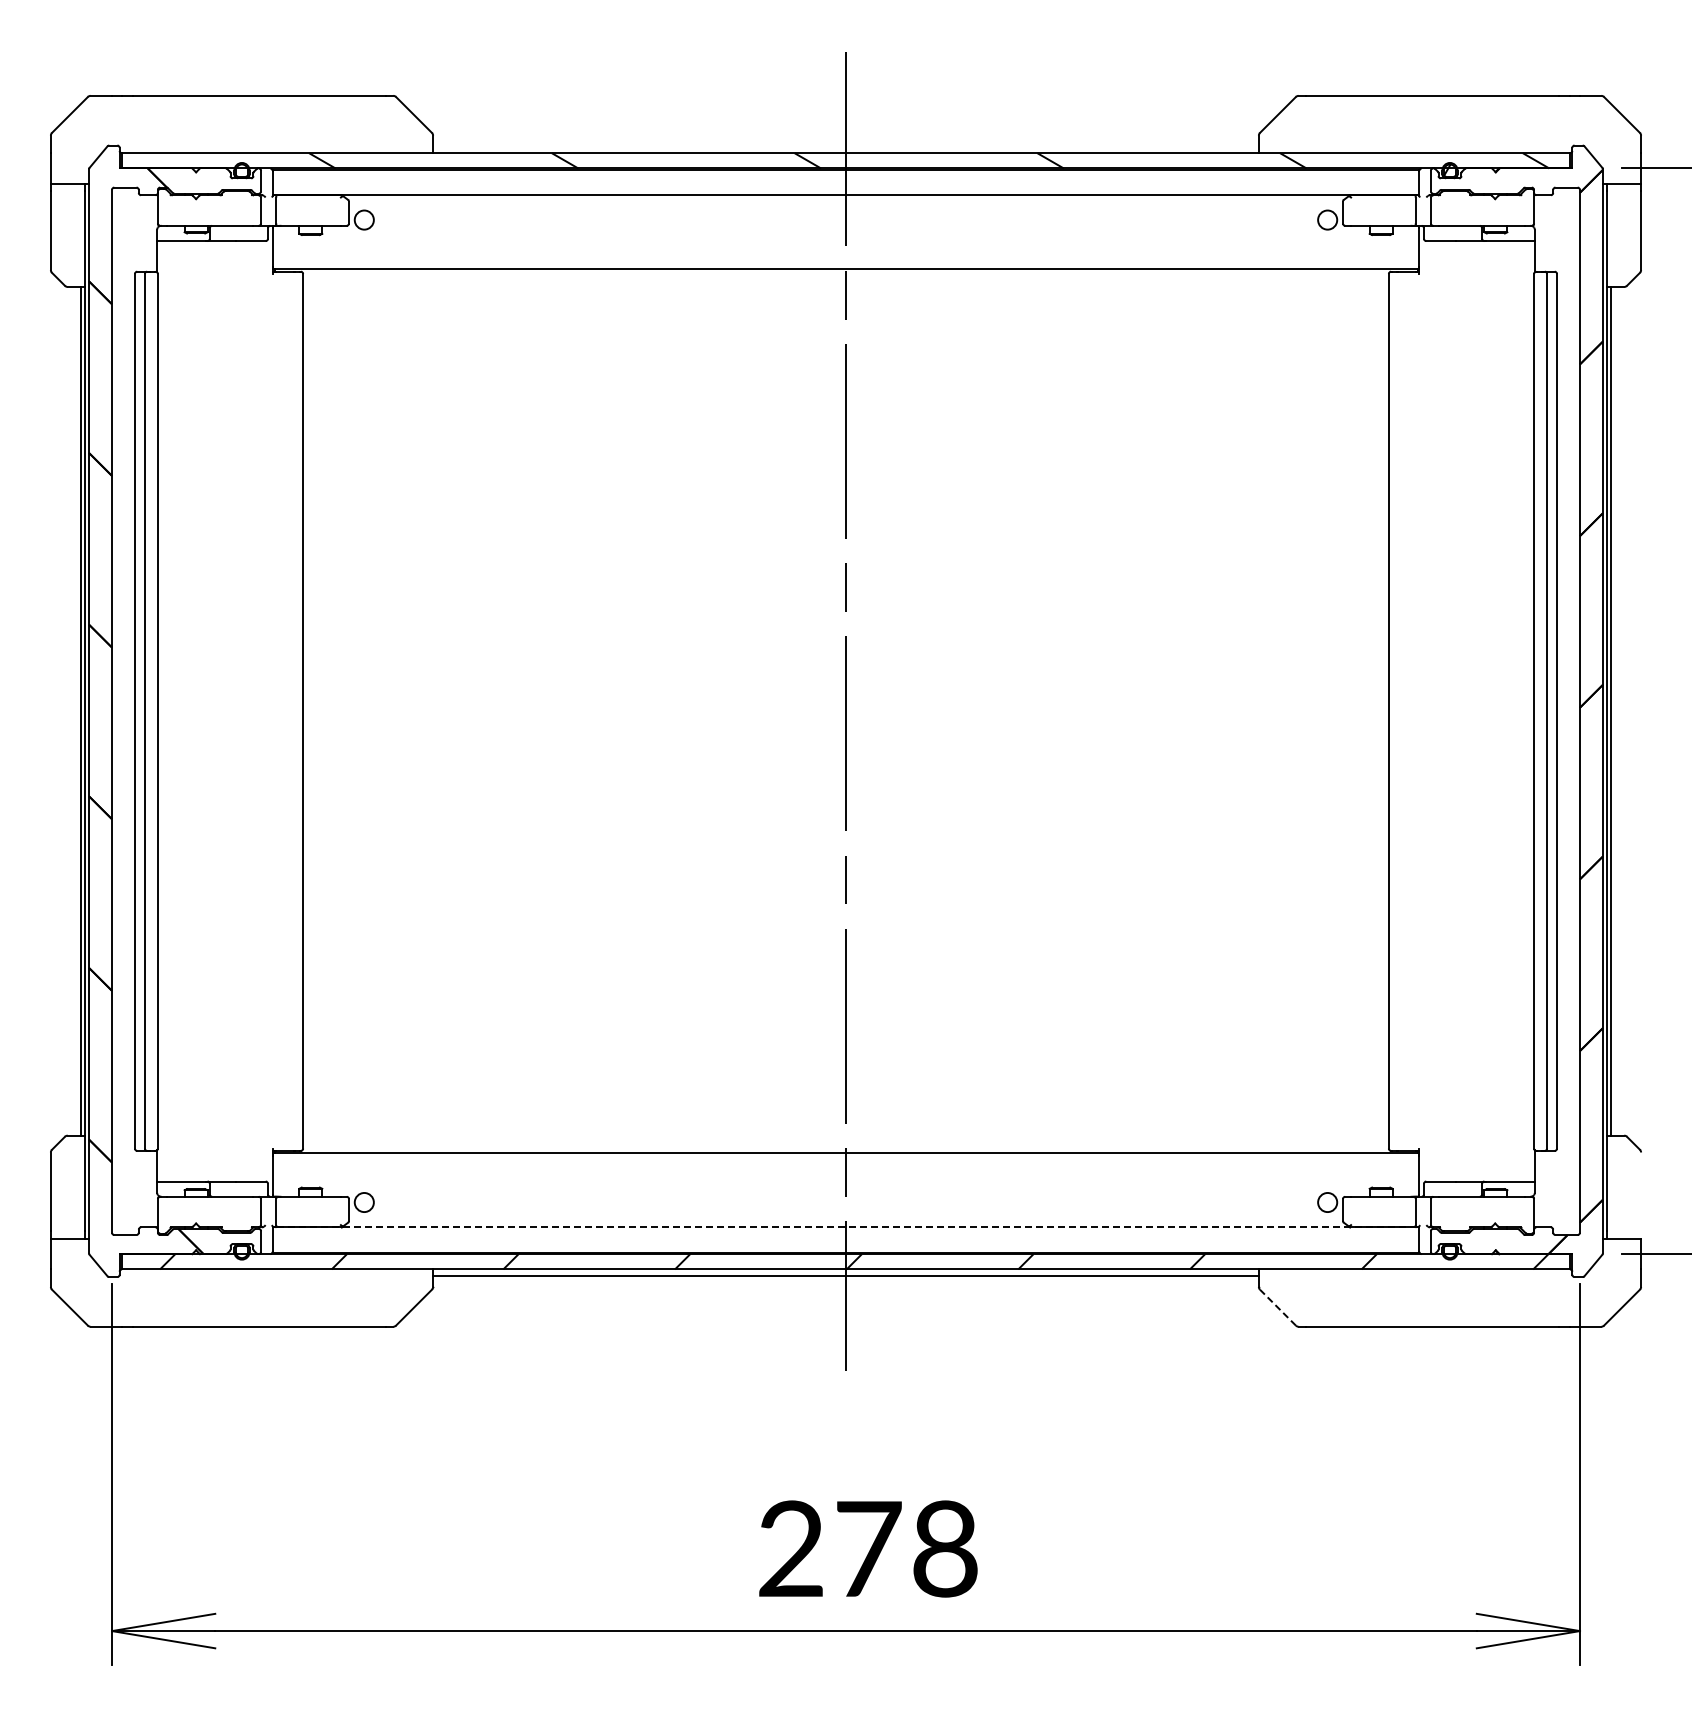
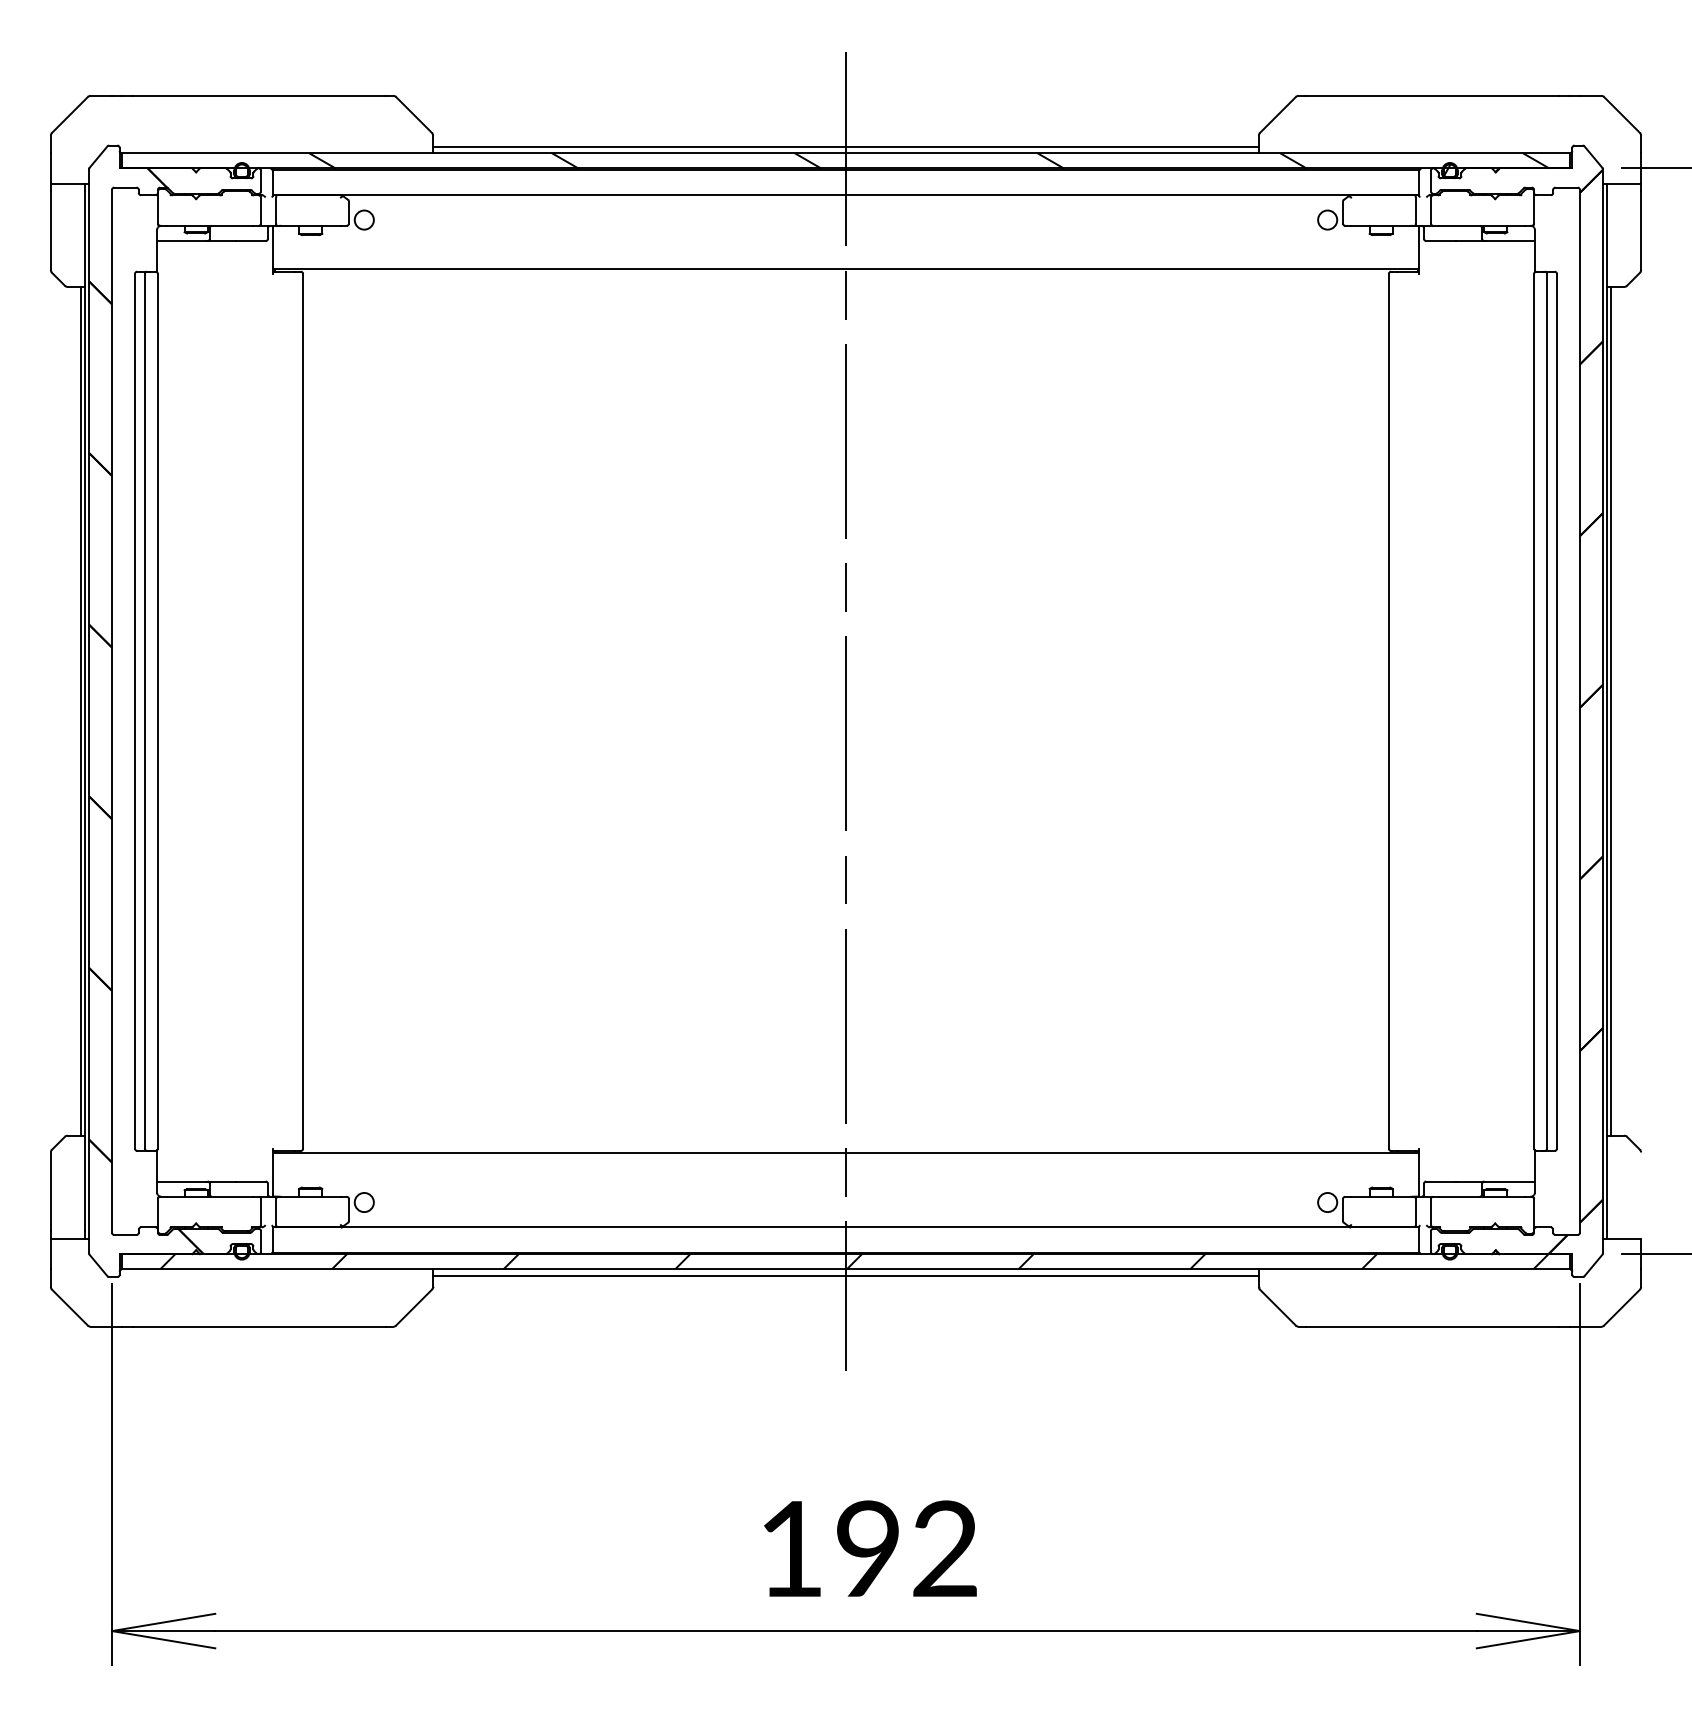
line at (845, 147): none -> present
line at (846, 1227): dashed -> solid
line at (1277, 1307): dashed -> solid
text at (868, 1548): 278 -> 192
